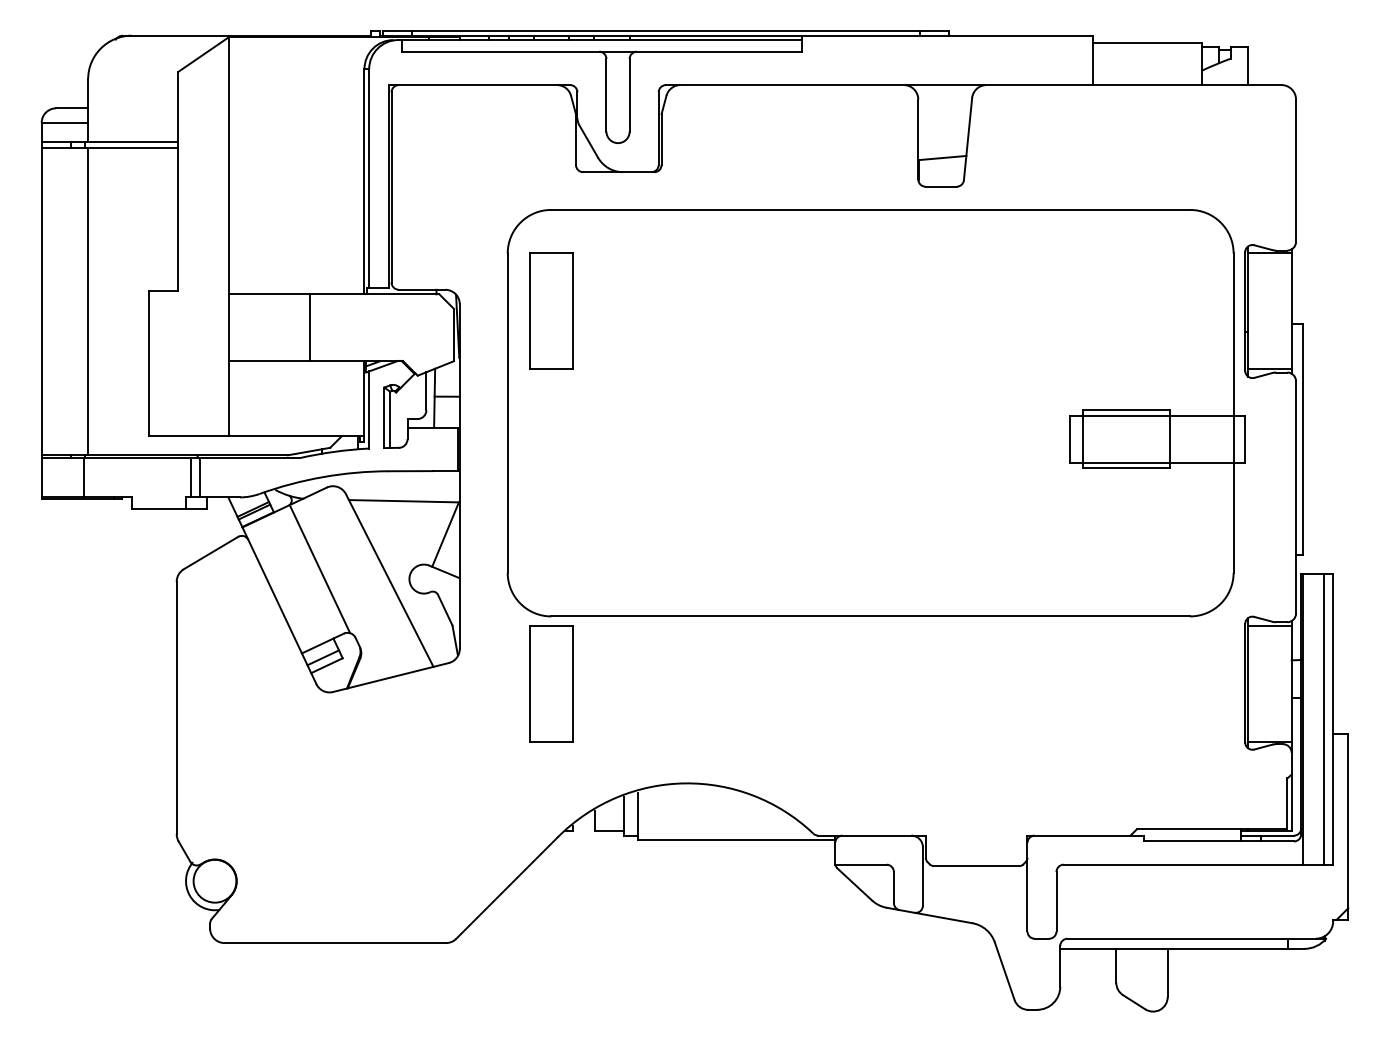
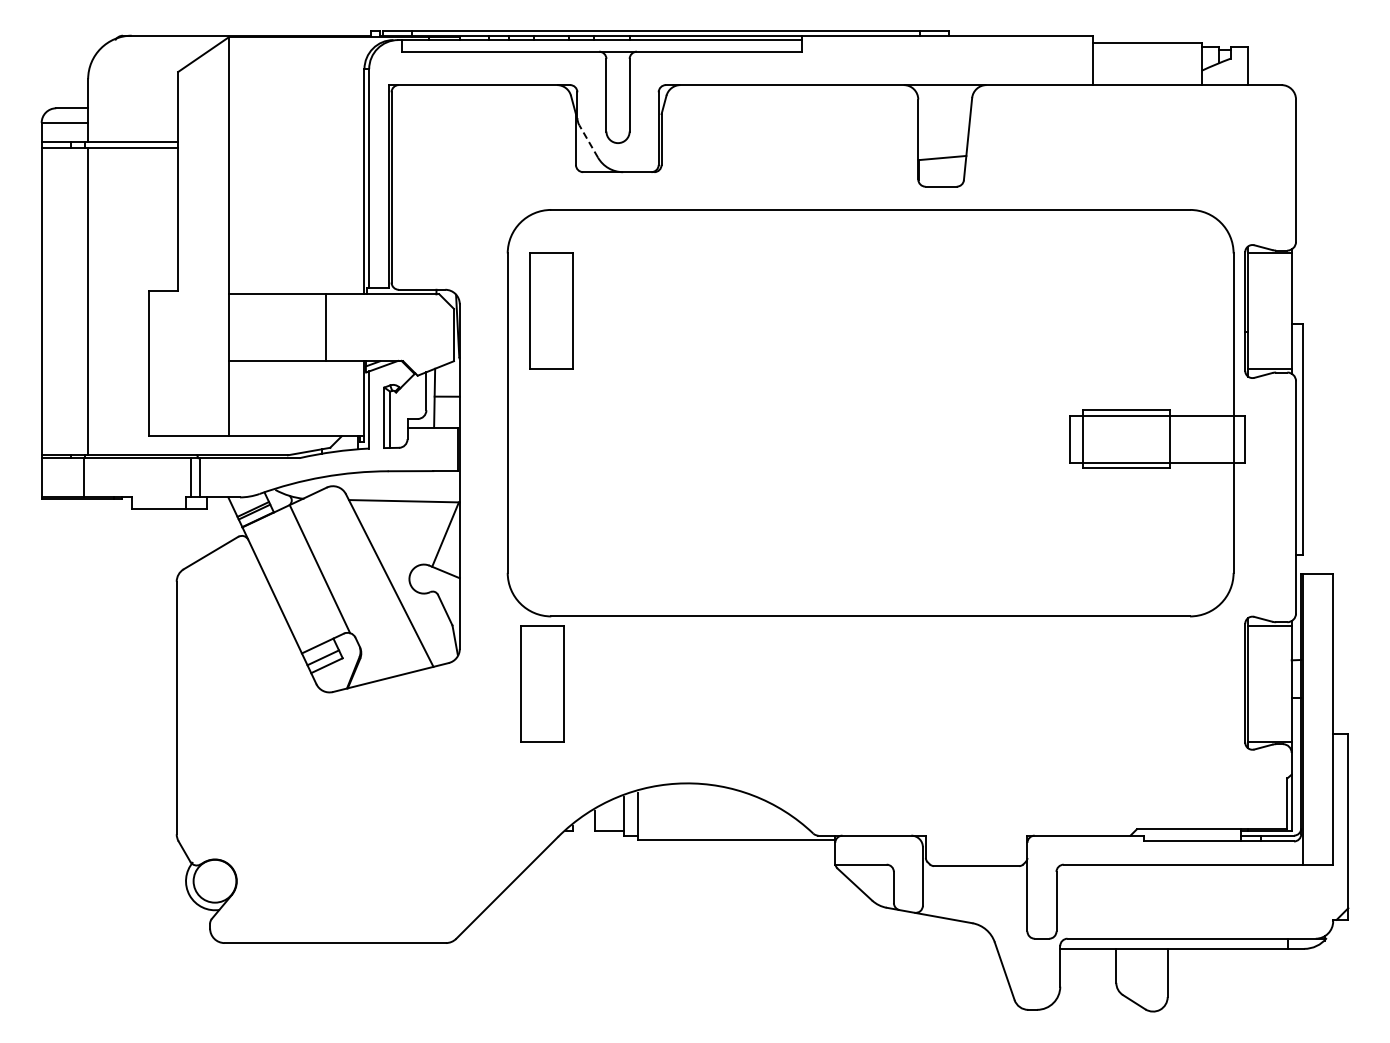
line at (588, 141): solid -> dashed
line at (310, 327) position: (310, 327) -> (326, 327)
part at (551, 683) position: (551, 683) -> (542, 683)
line at (1323, 719): present -> none
